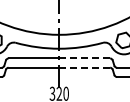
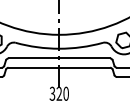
line at (84, 58): dashed -> solid
line at (84, 67): dashed -> solid
